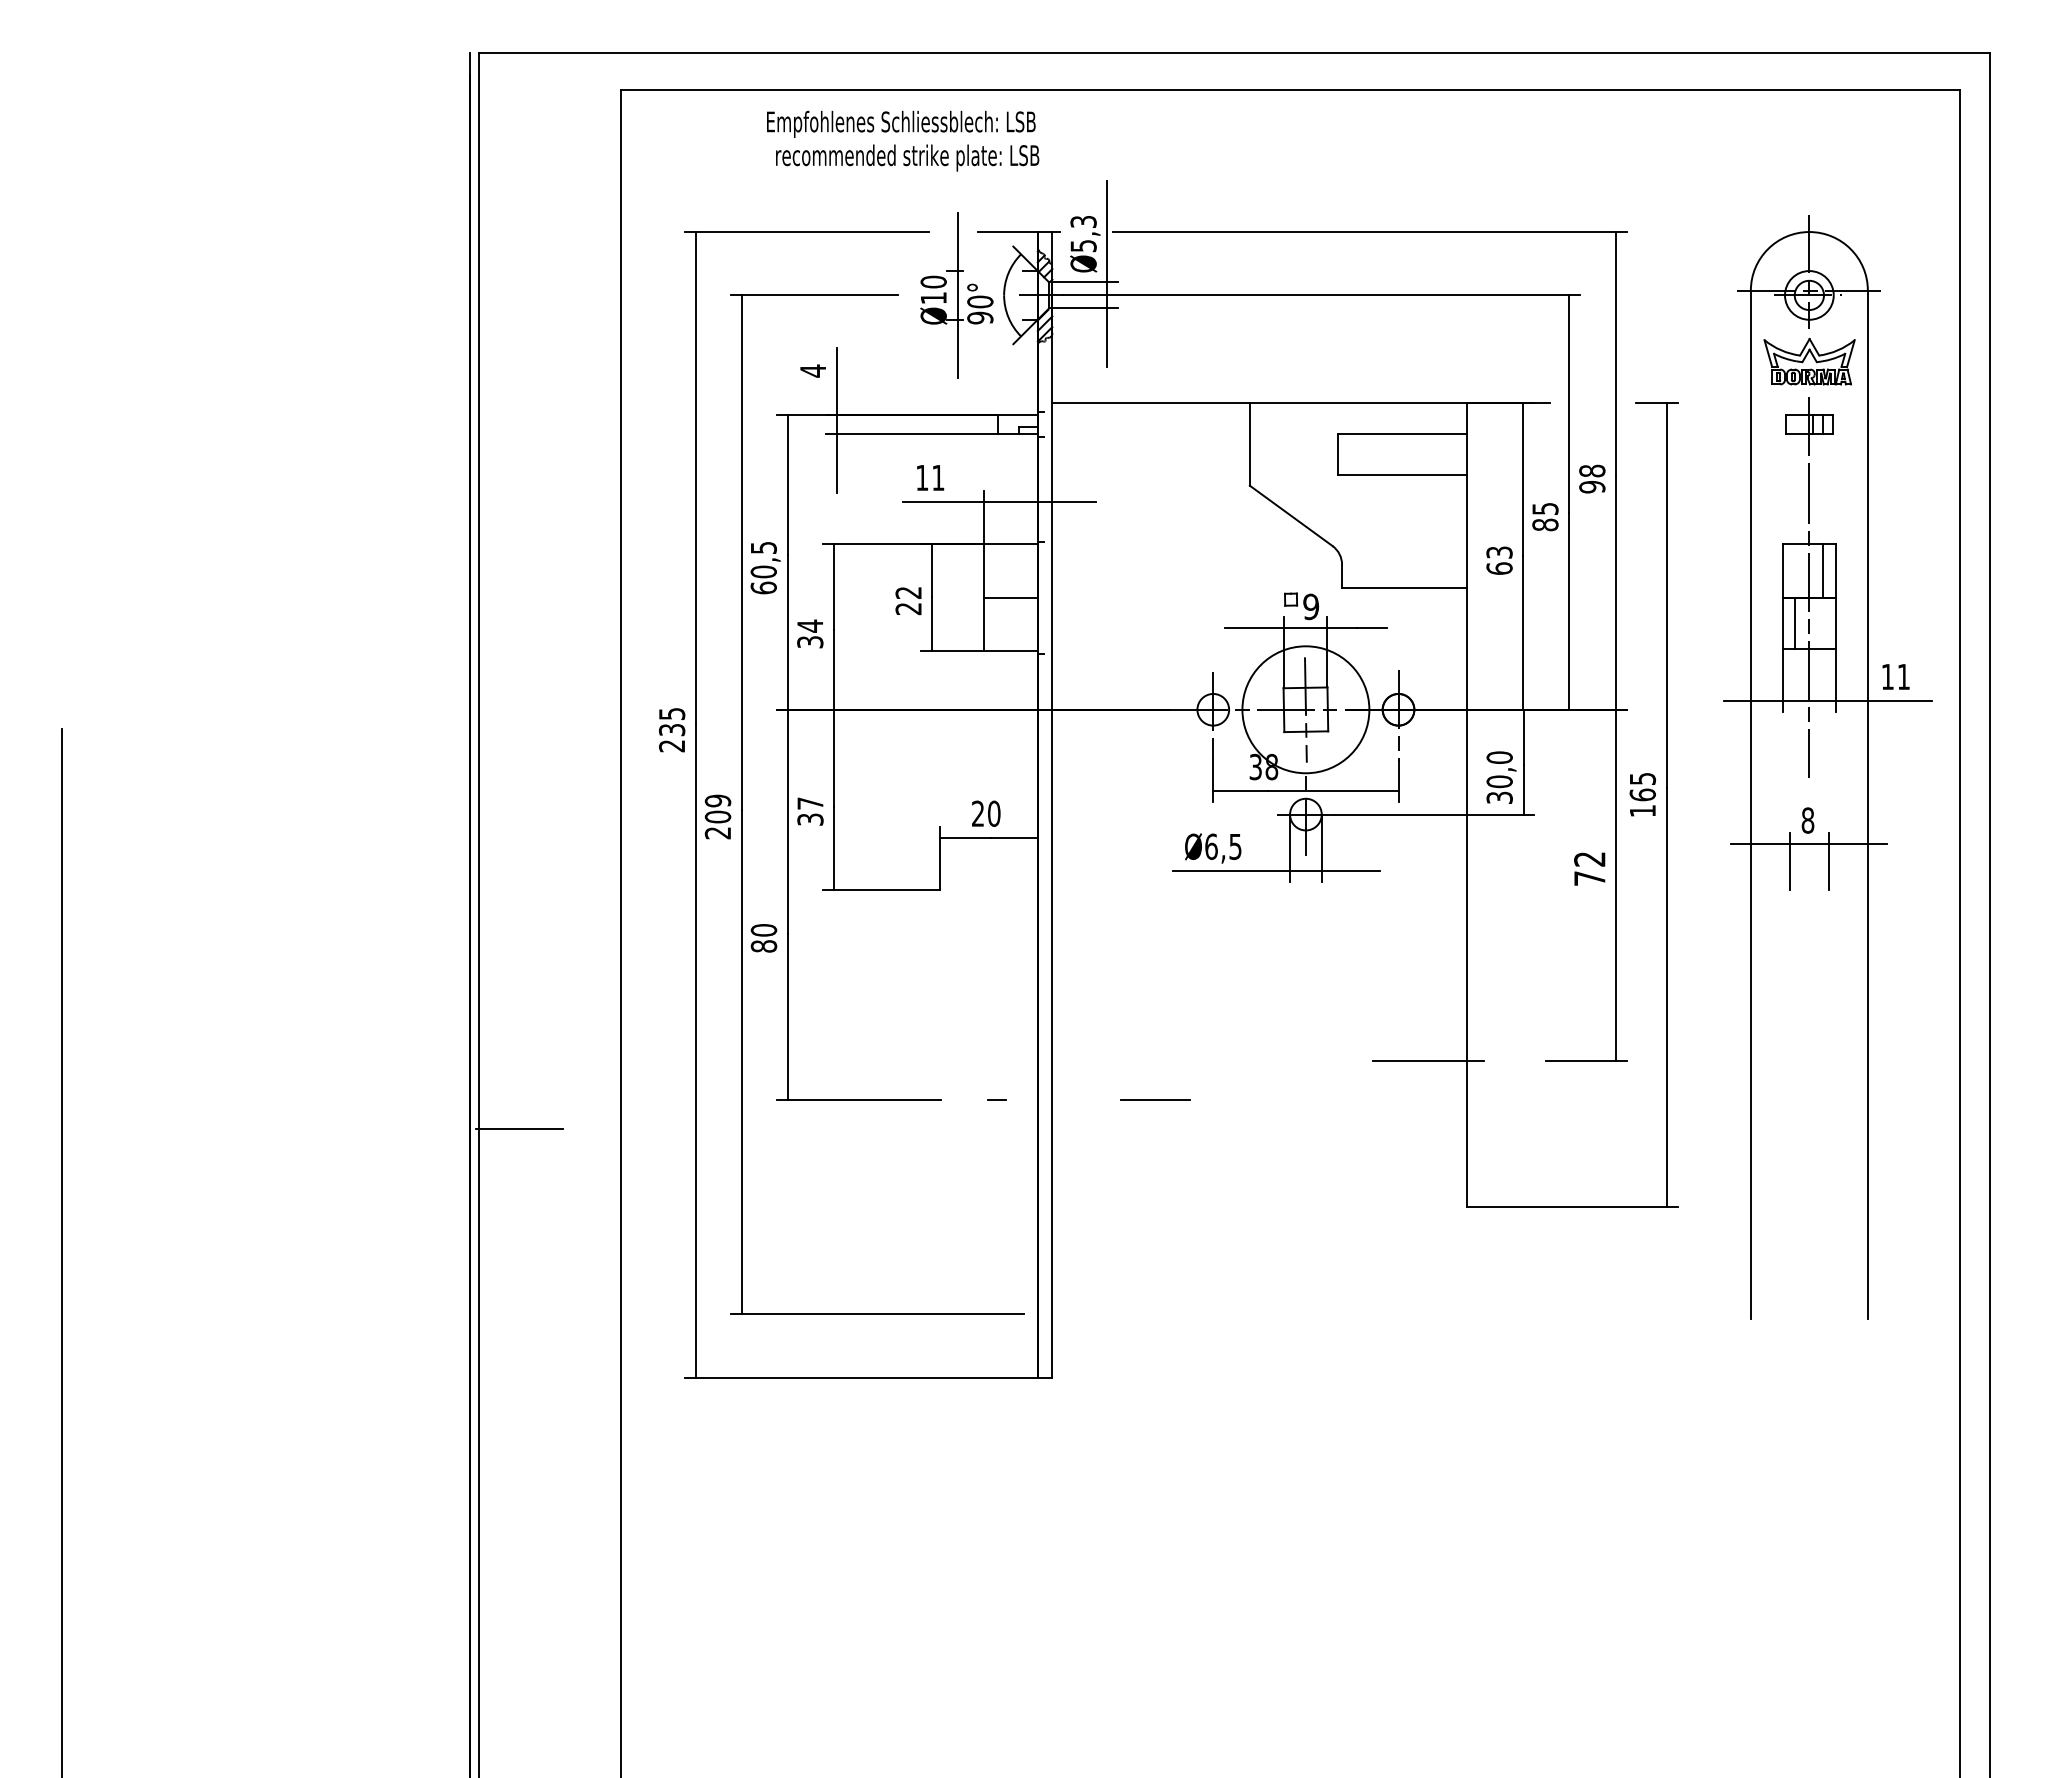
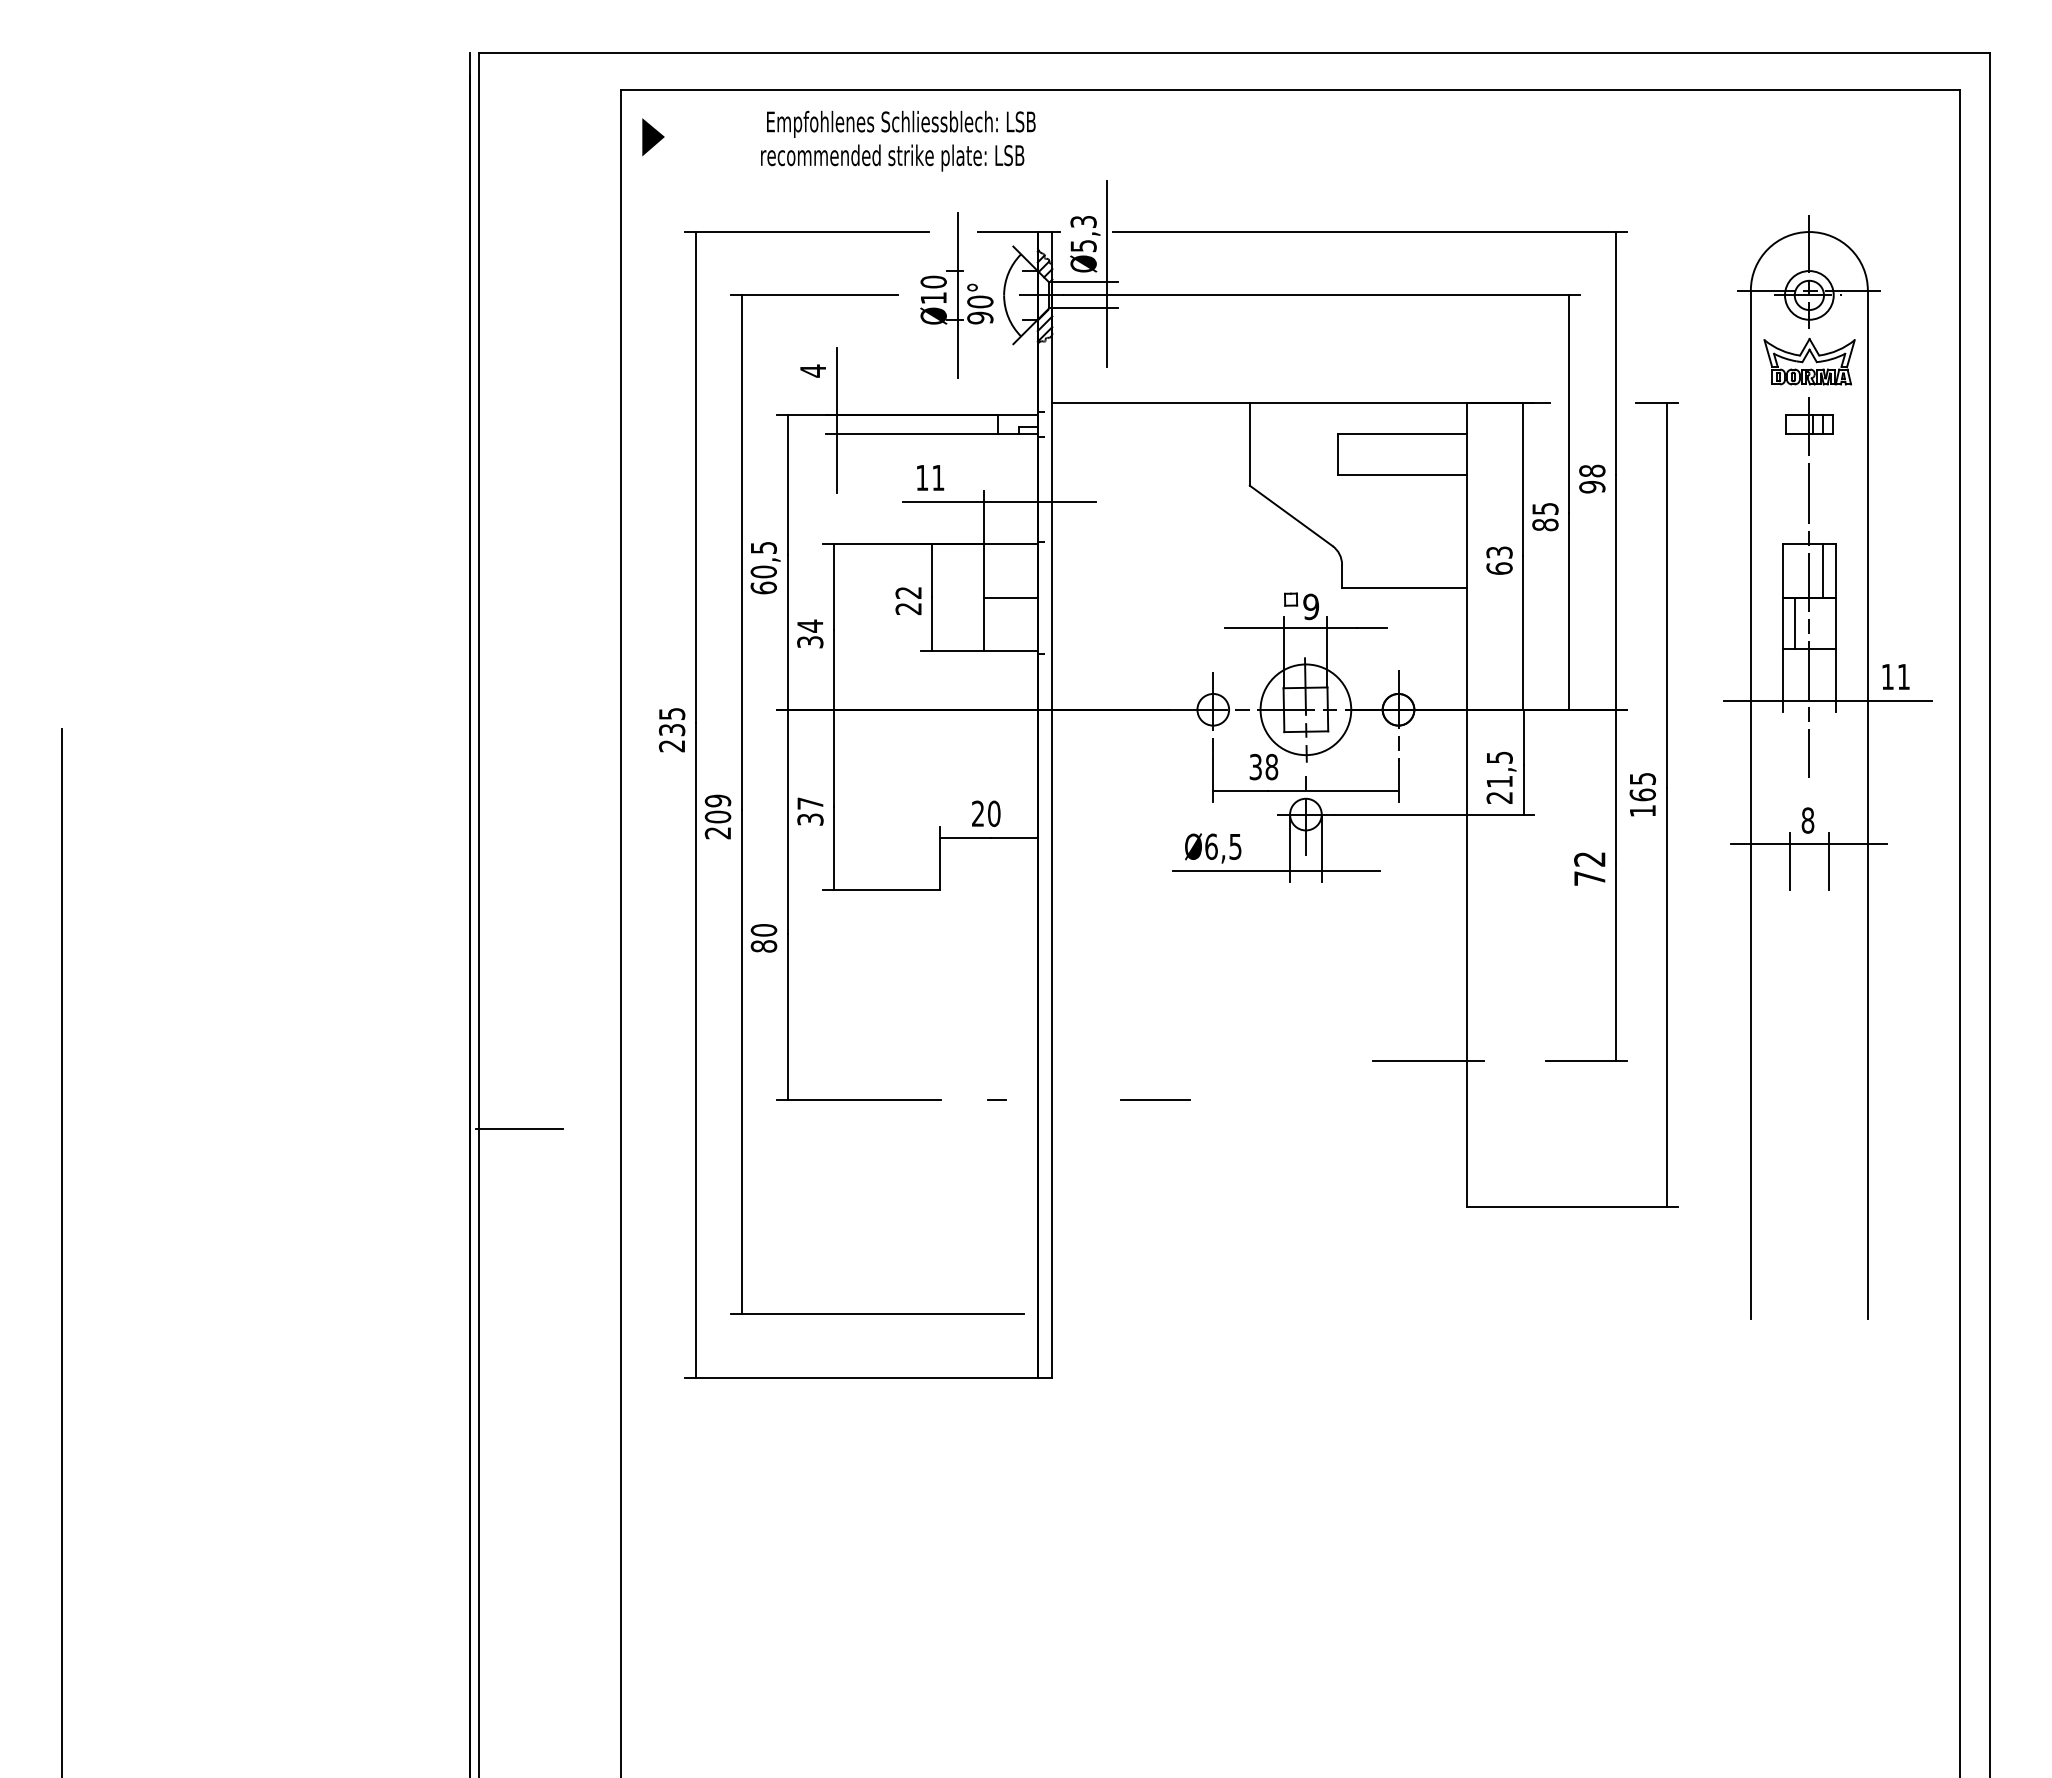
fill at (653, 137): none -> present
text at (907, 157) position: (907, 157) -> (892, 157)
circle at (1305, 709) diameter: 127 px -> 91 px
text at (1499, 777): 30,0 -> 21,5
